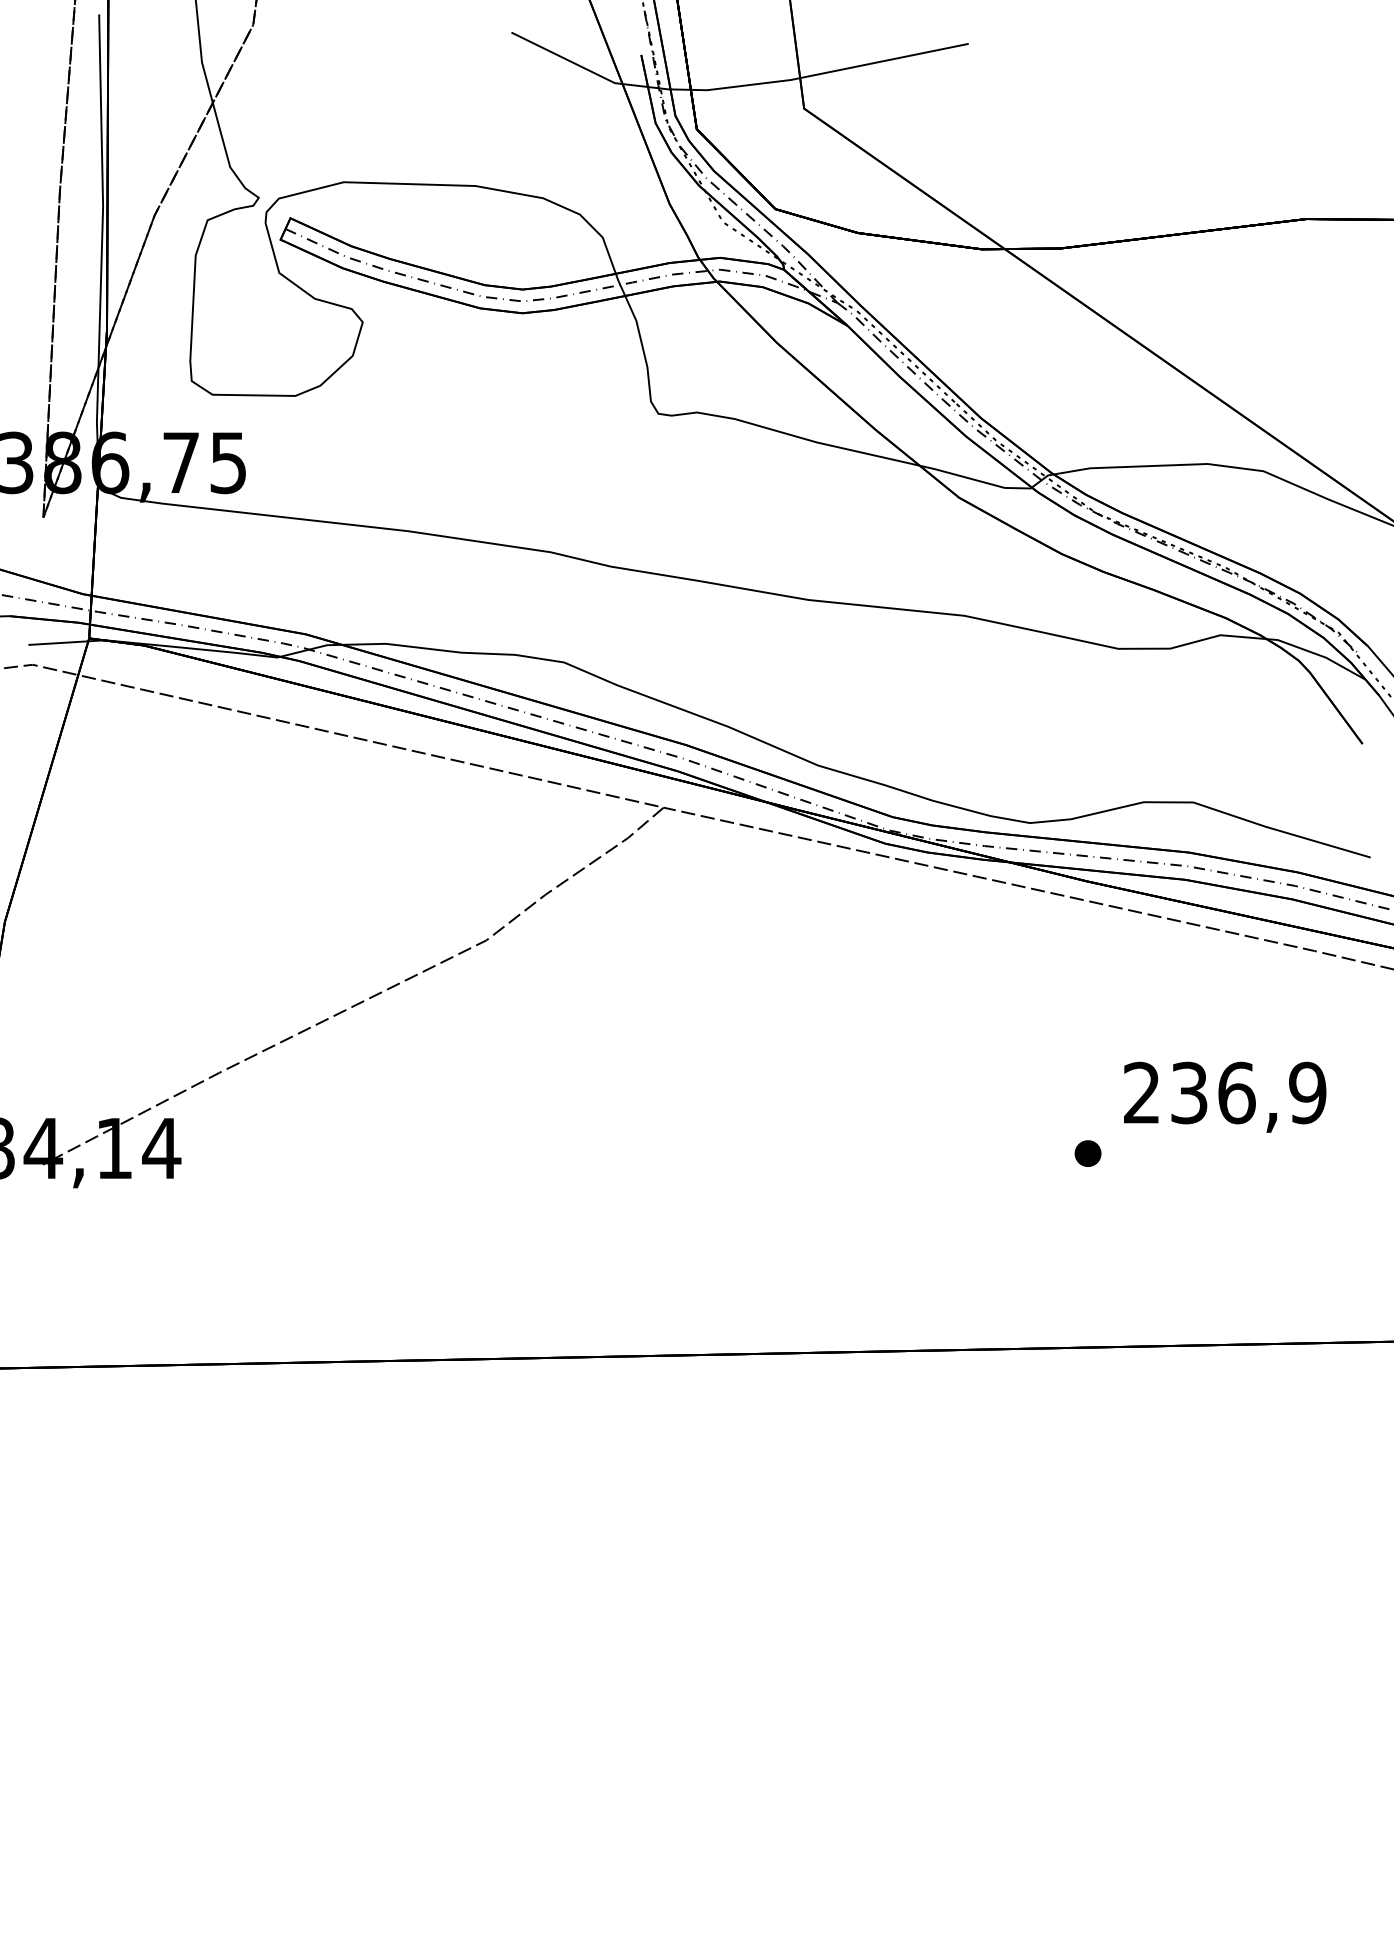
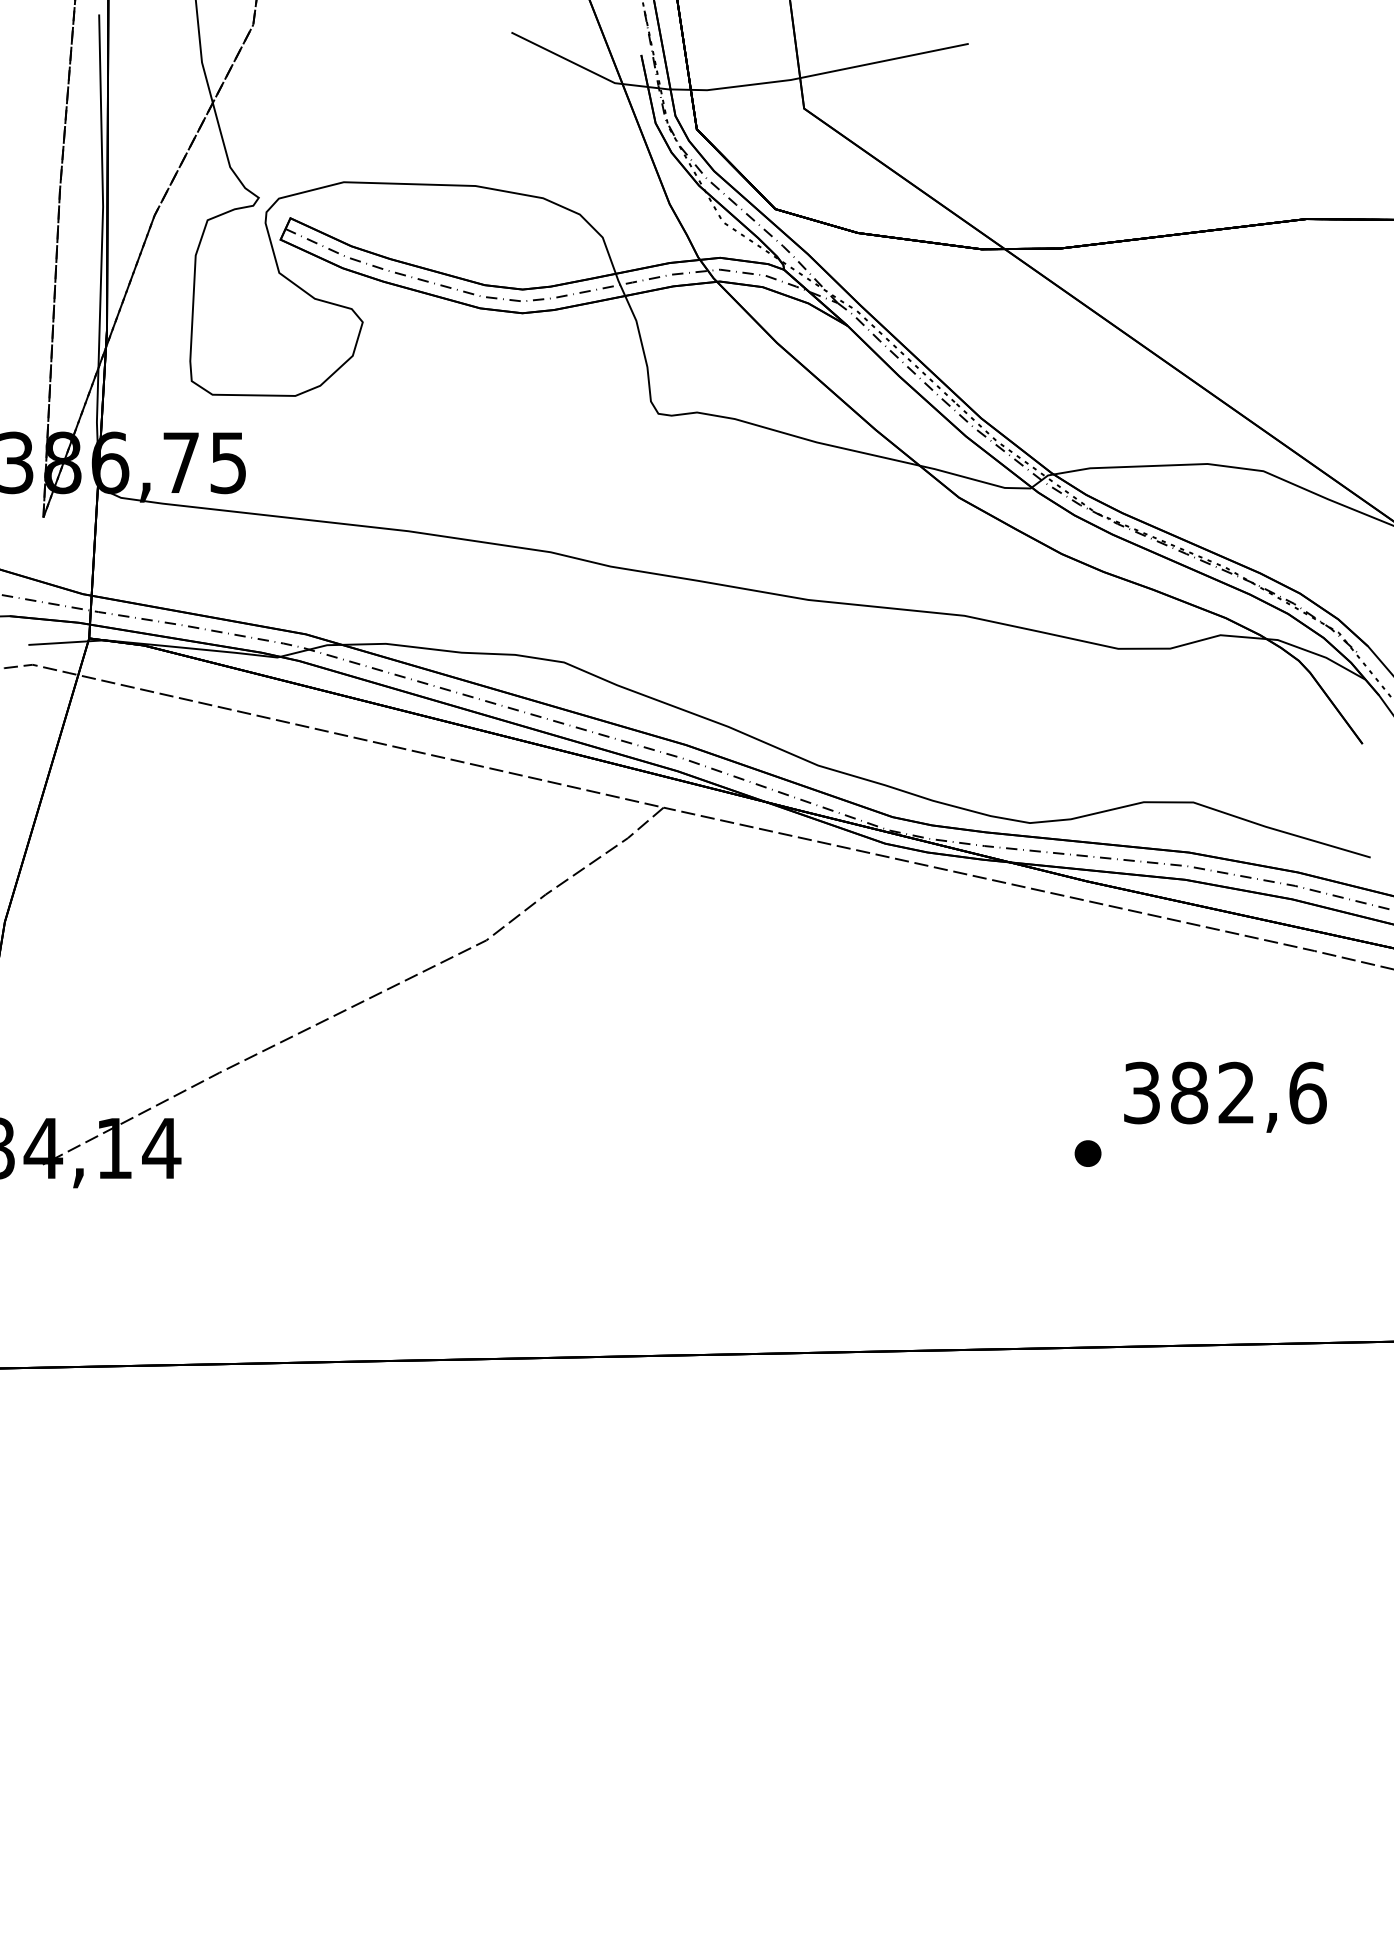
text at (1225, 1092): 236,9 -> 382,6
